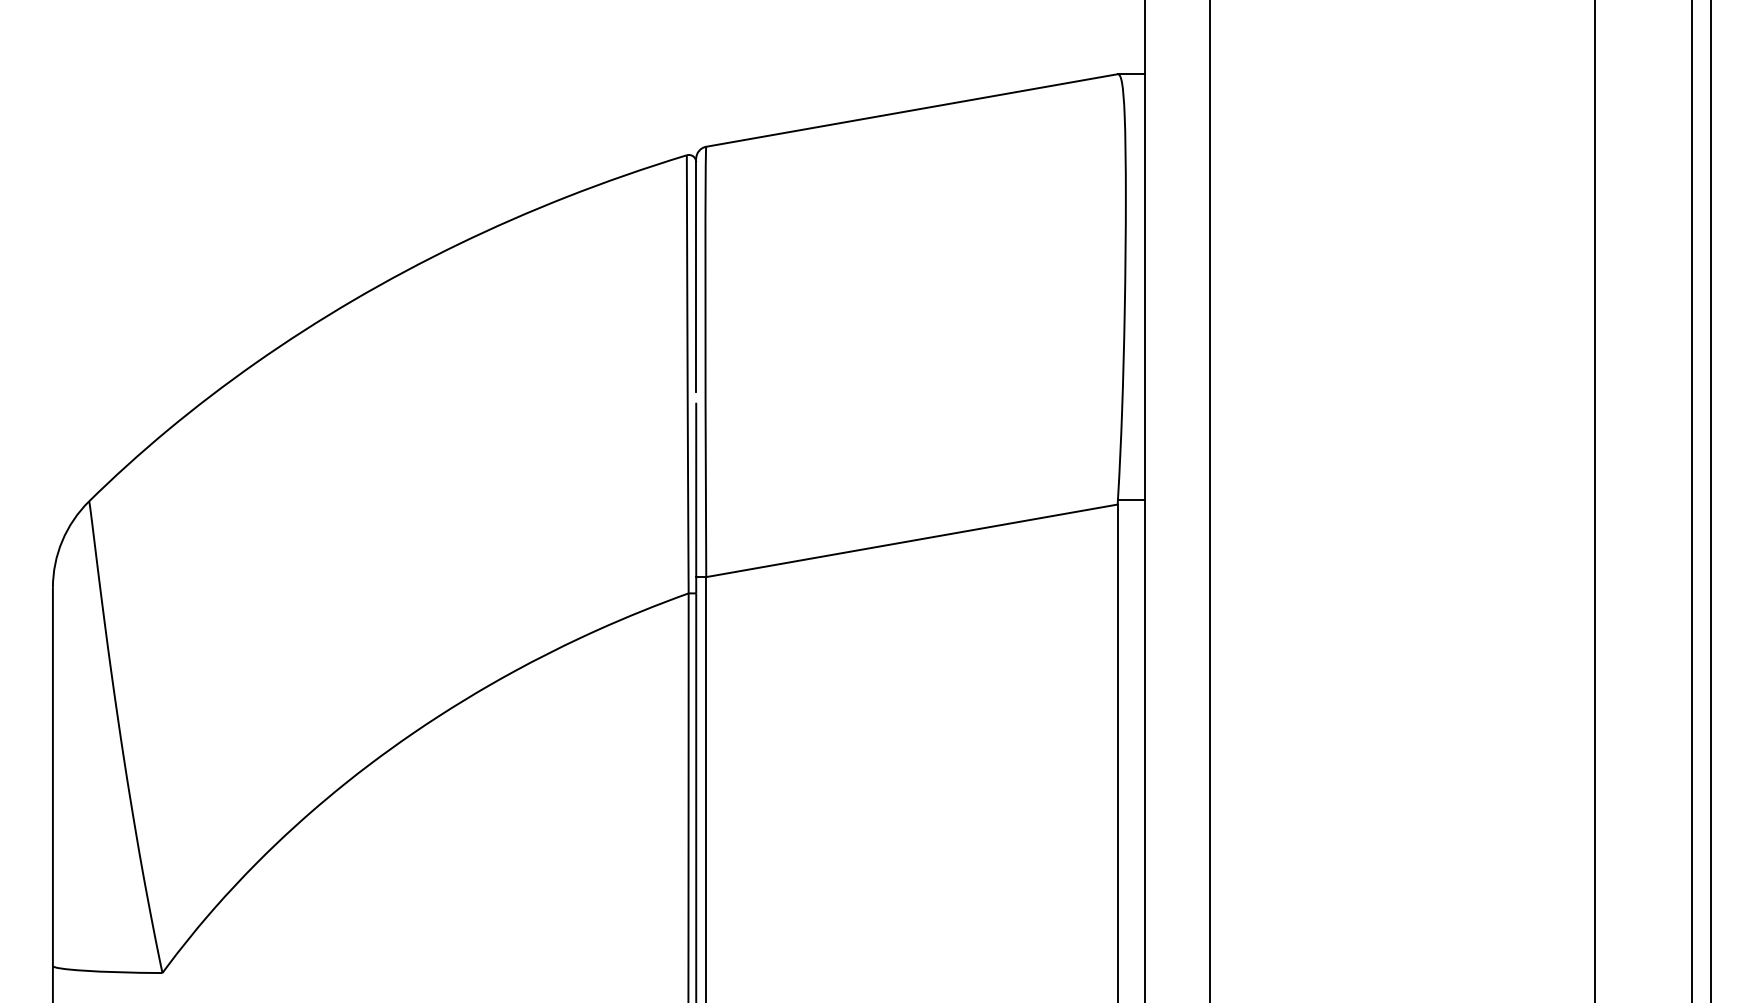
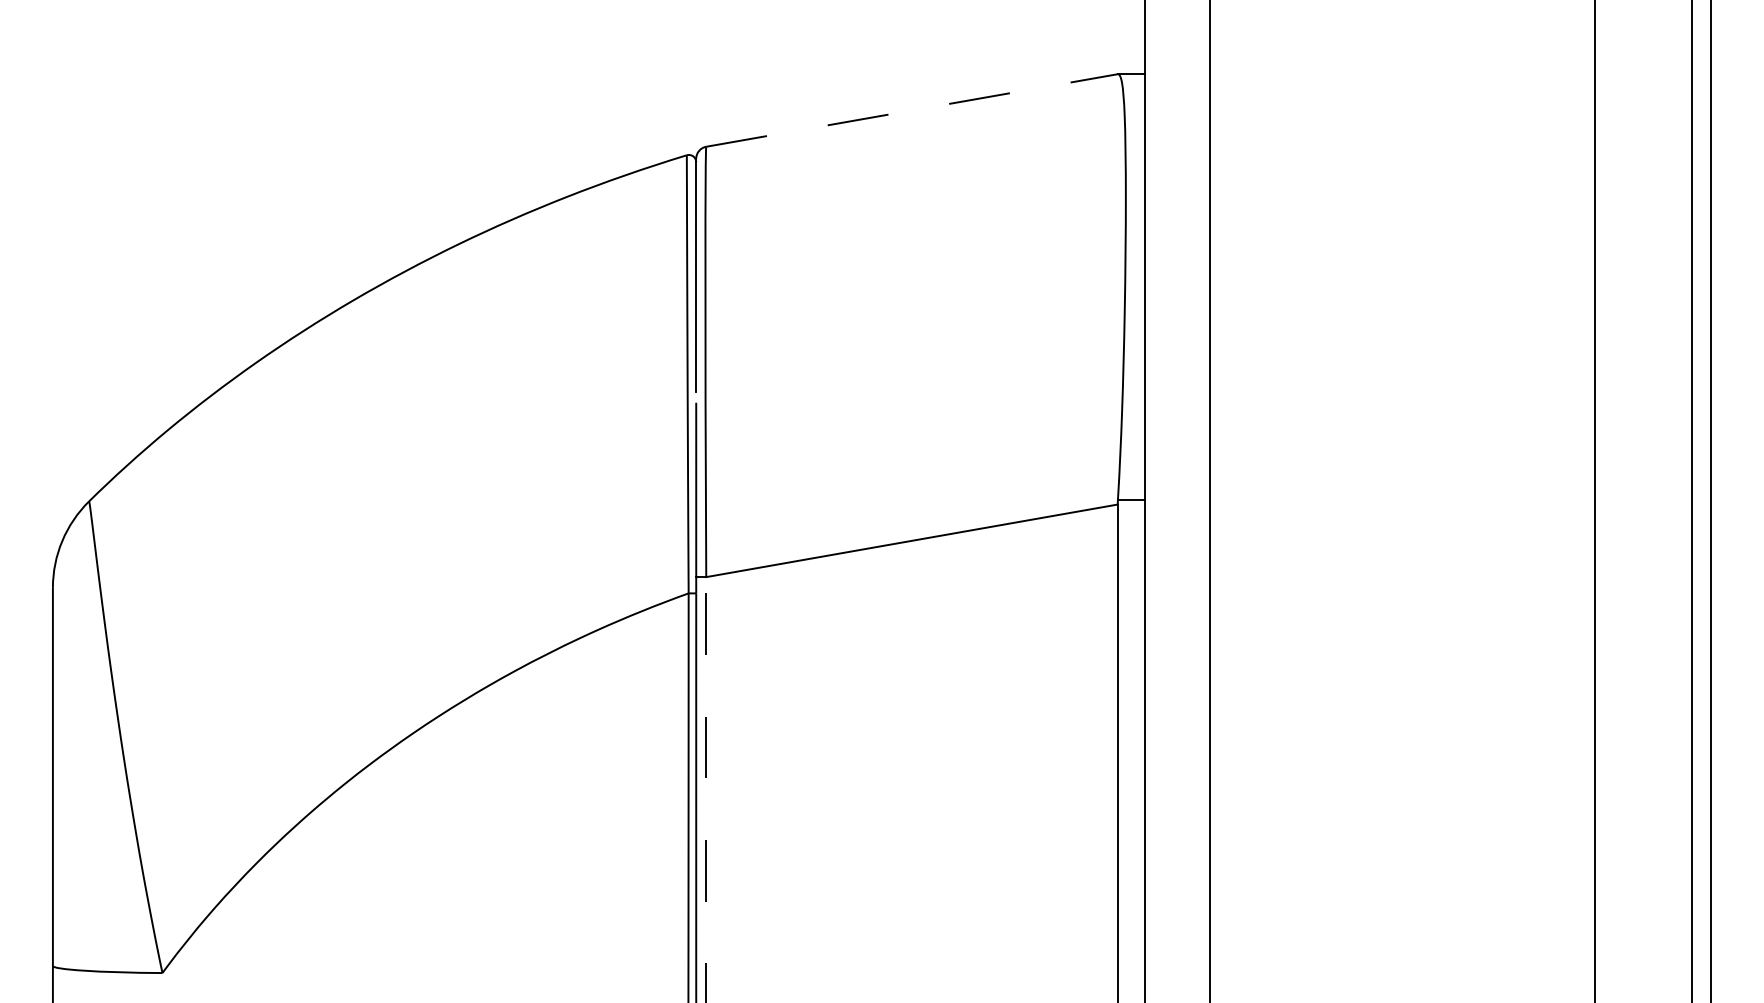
line at (912, 110): solid -> dashed
line at (706, 789): solid -> dashed
